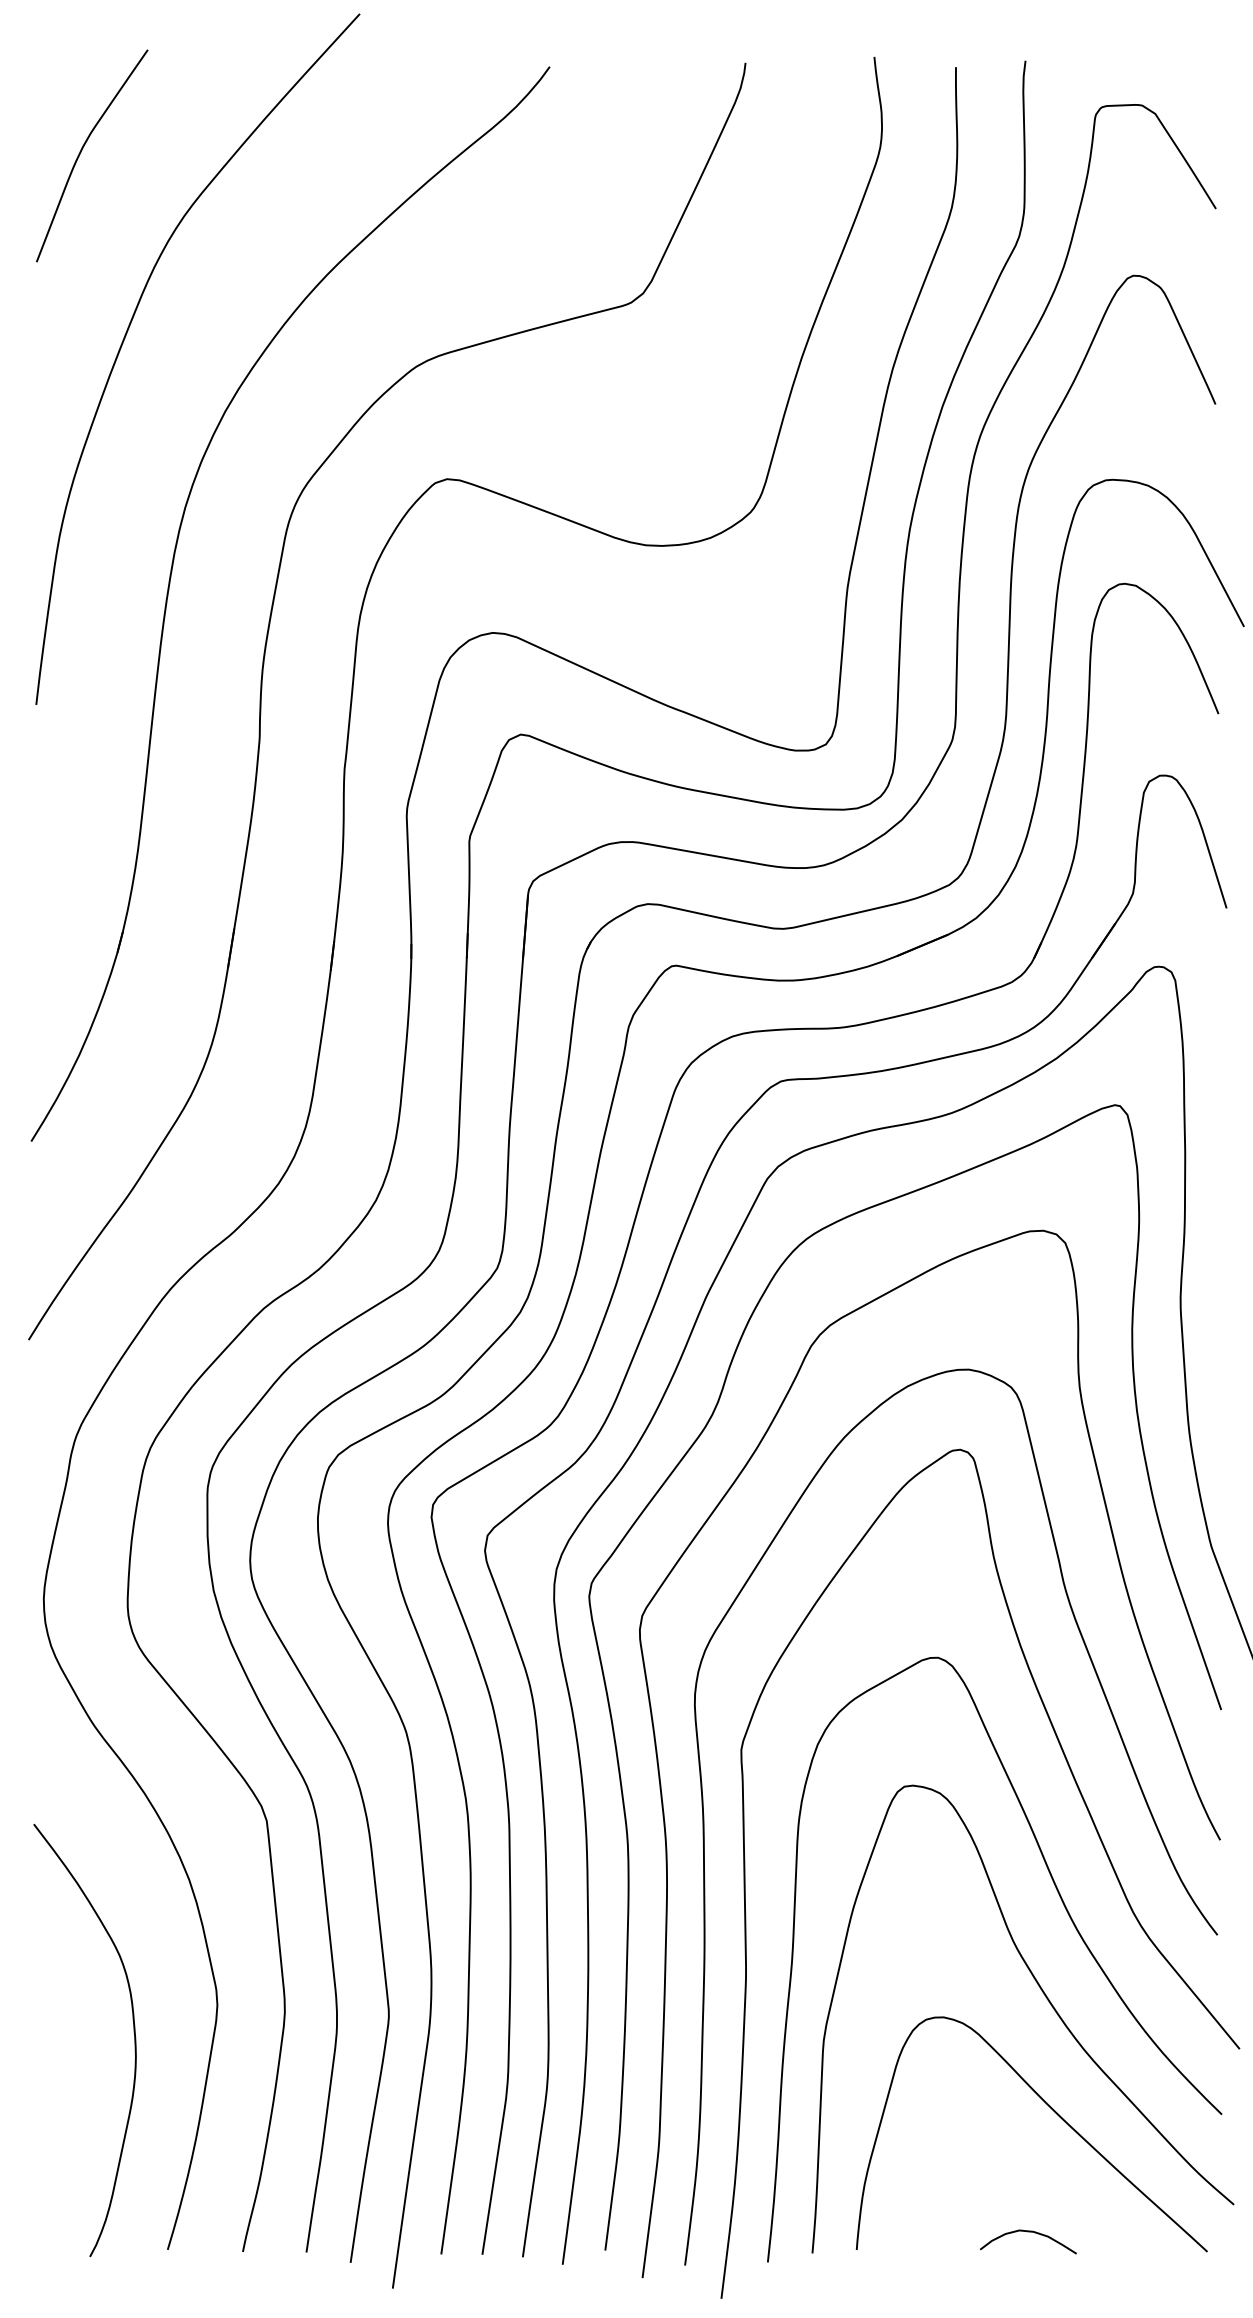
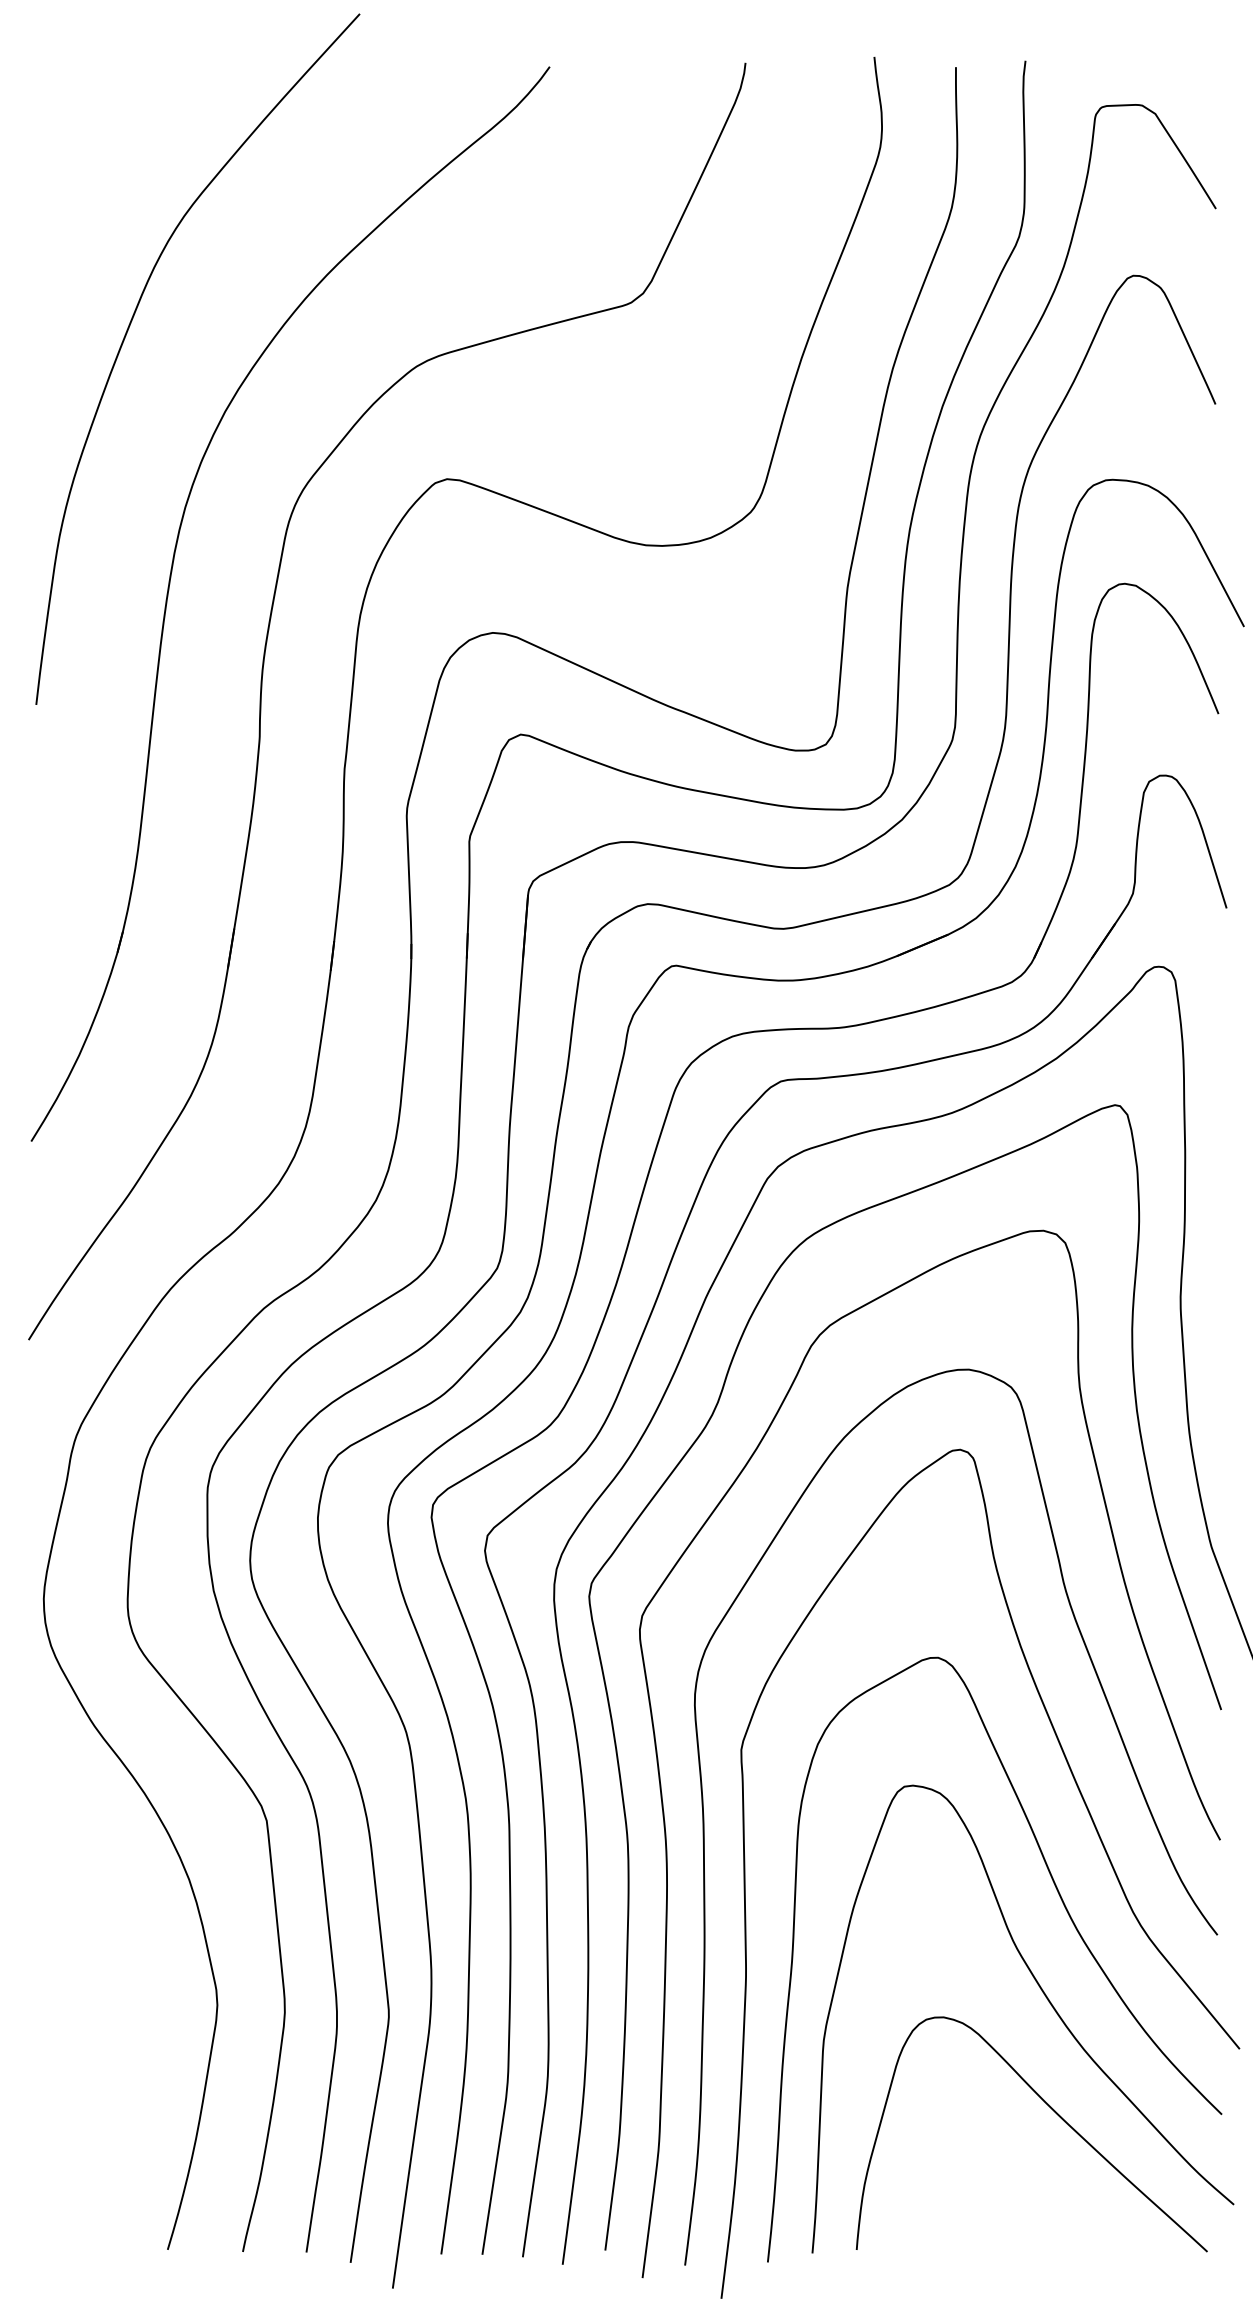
curve at (82, 150): present -> none
curve at (133, 2032): present -> none
curve at (1028, 2232): present -> none
